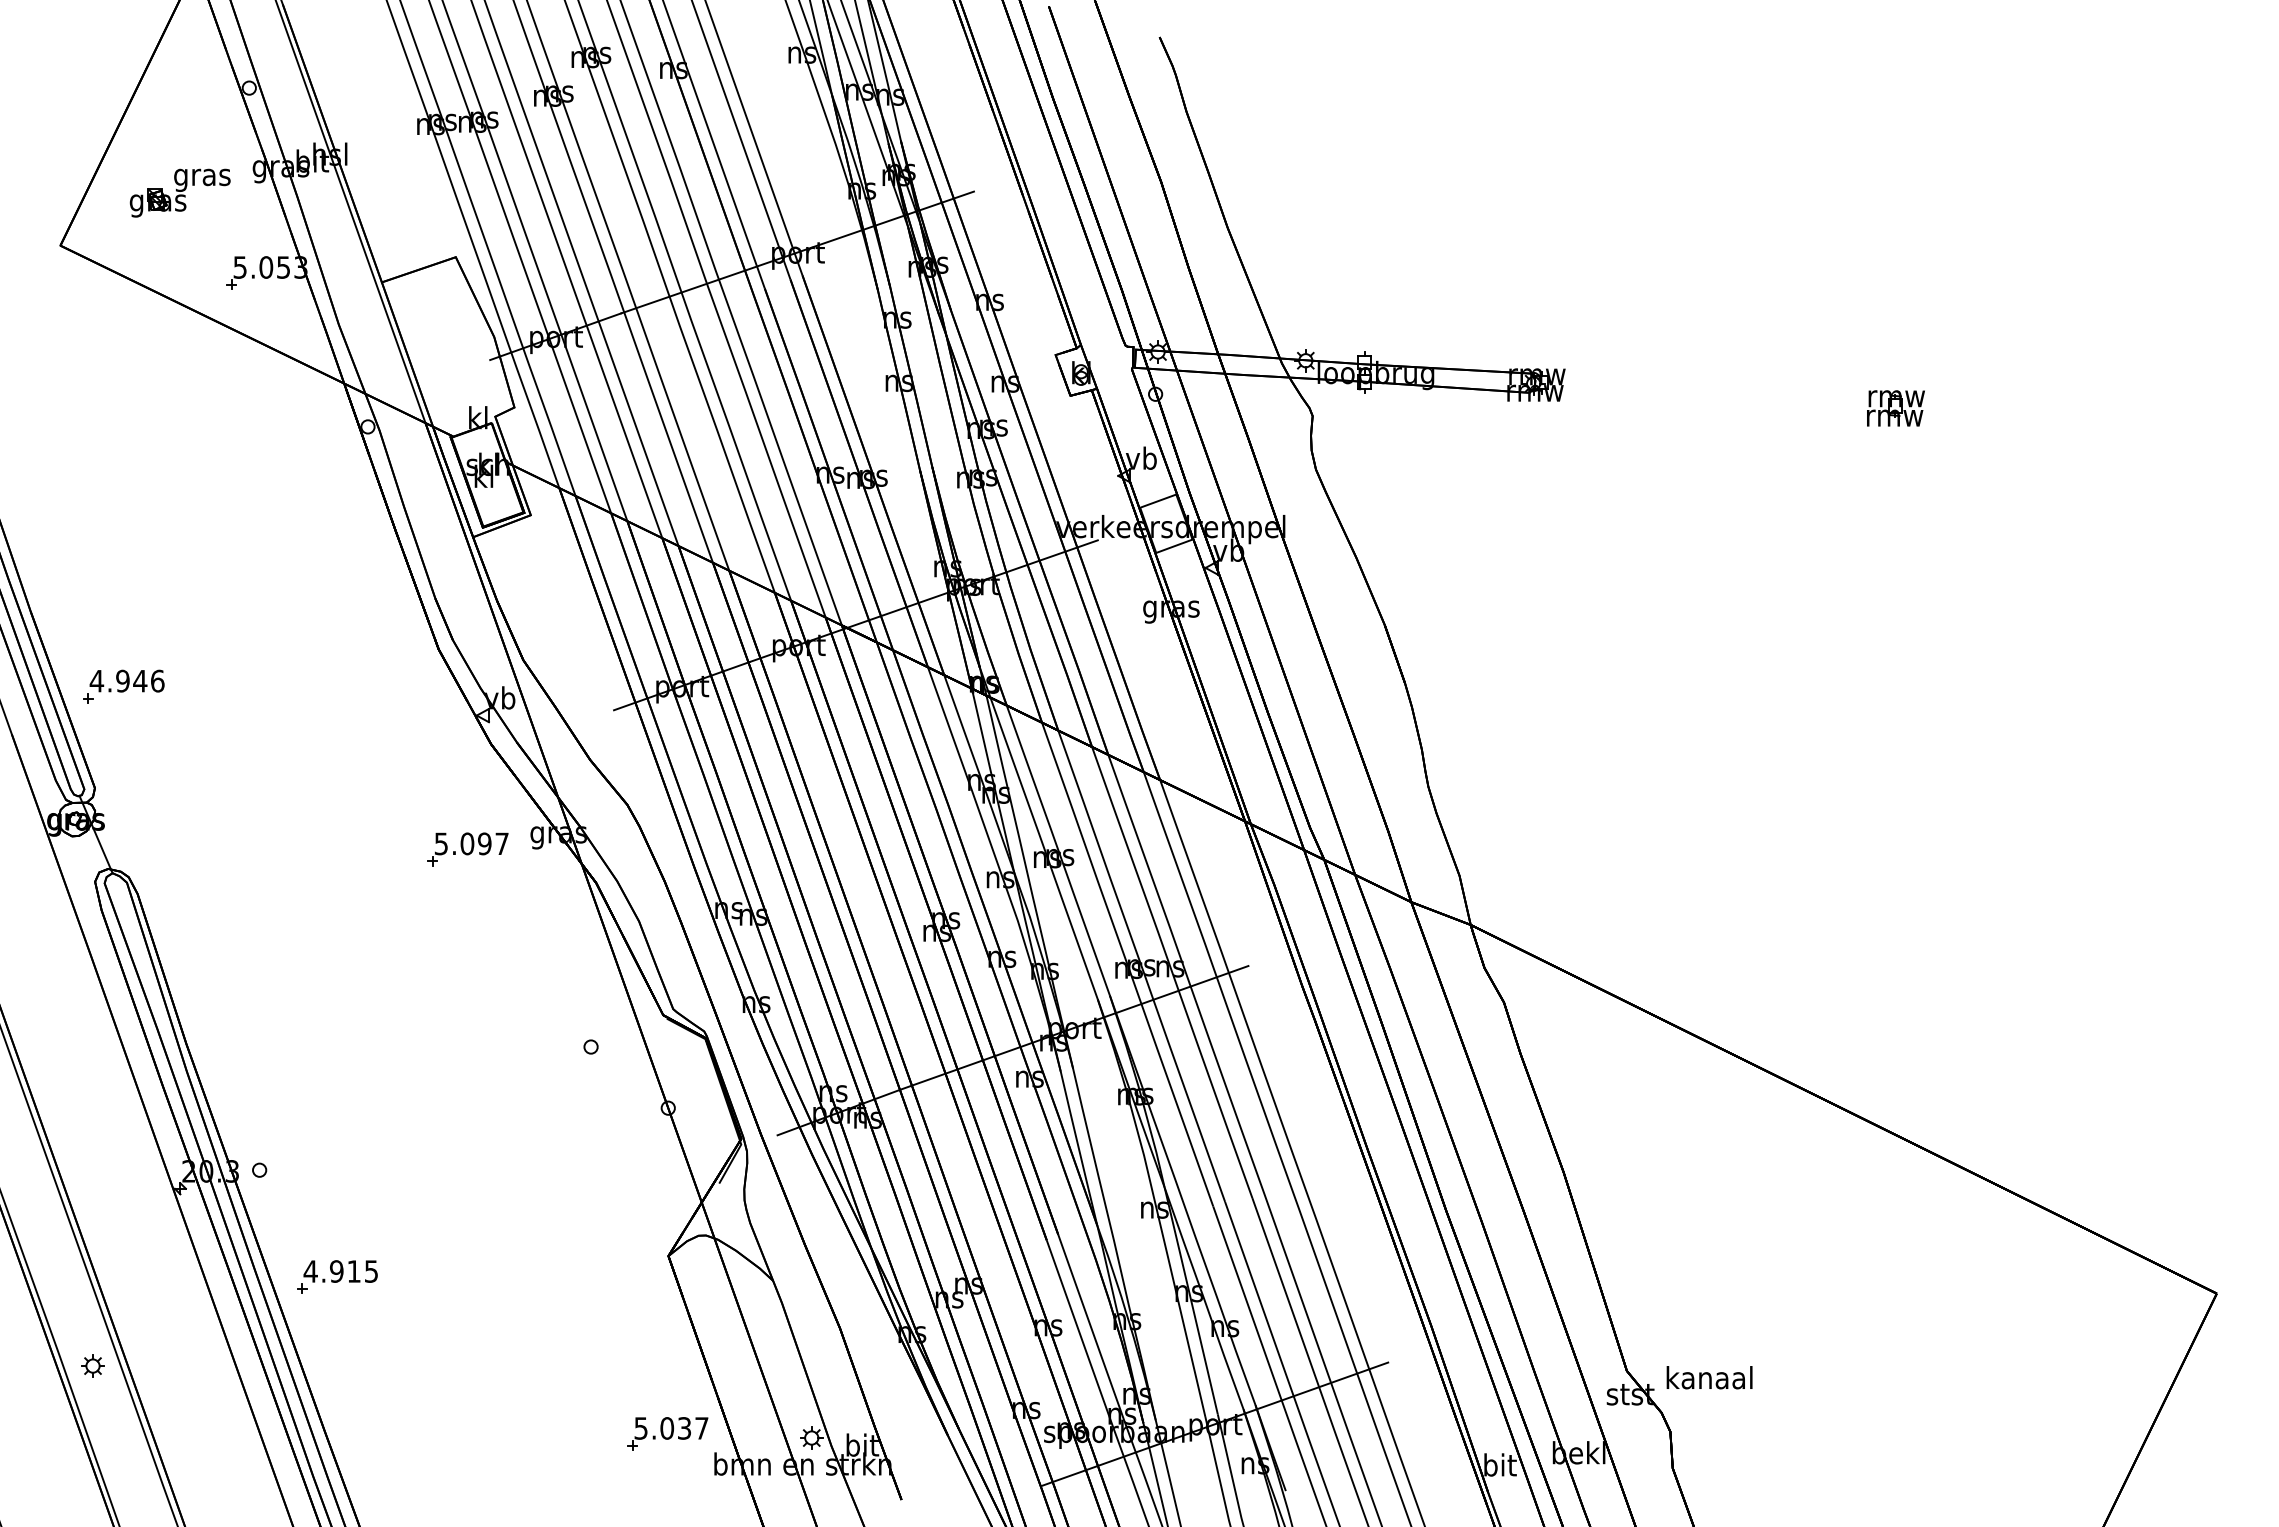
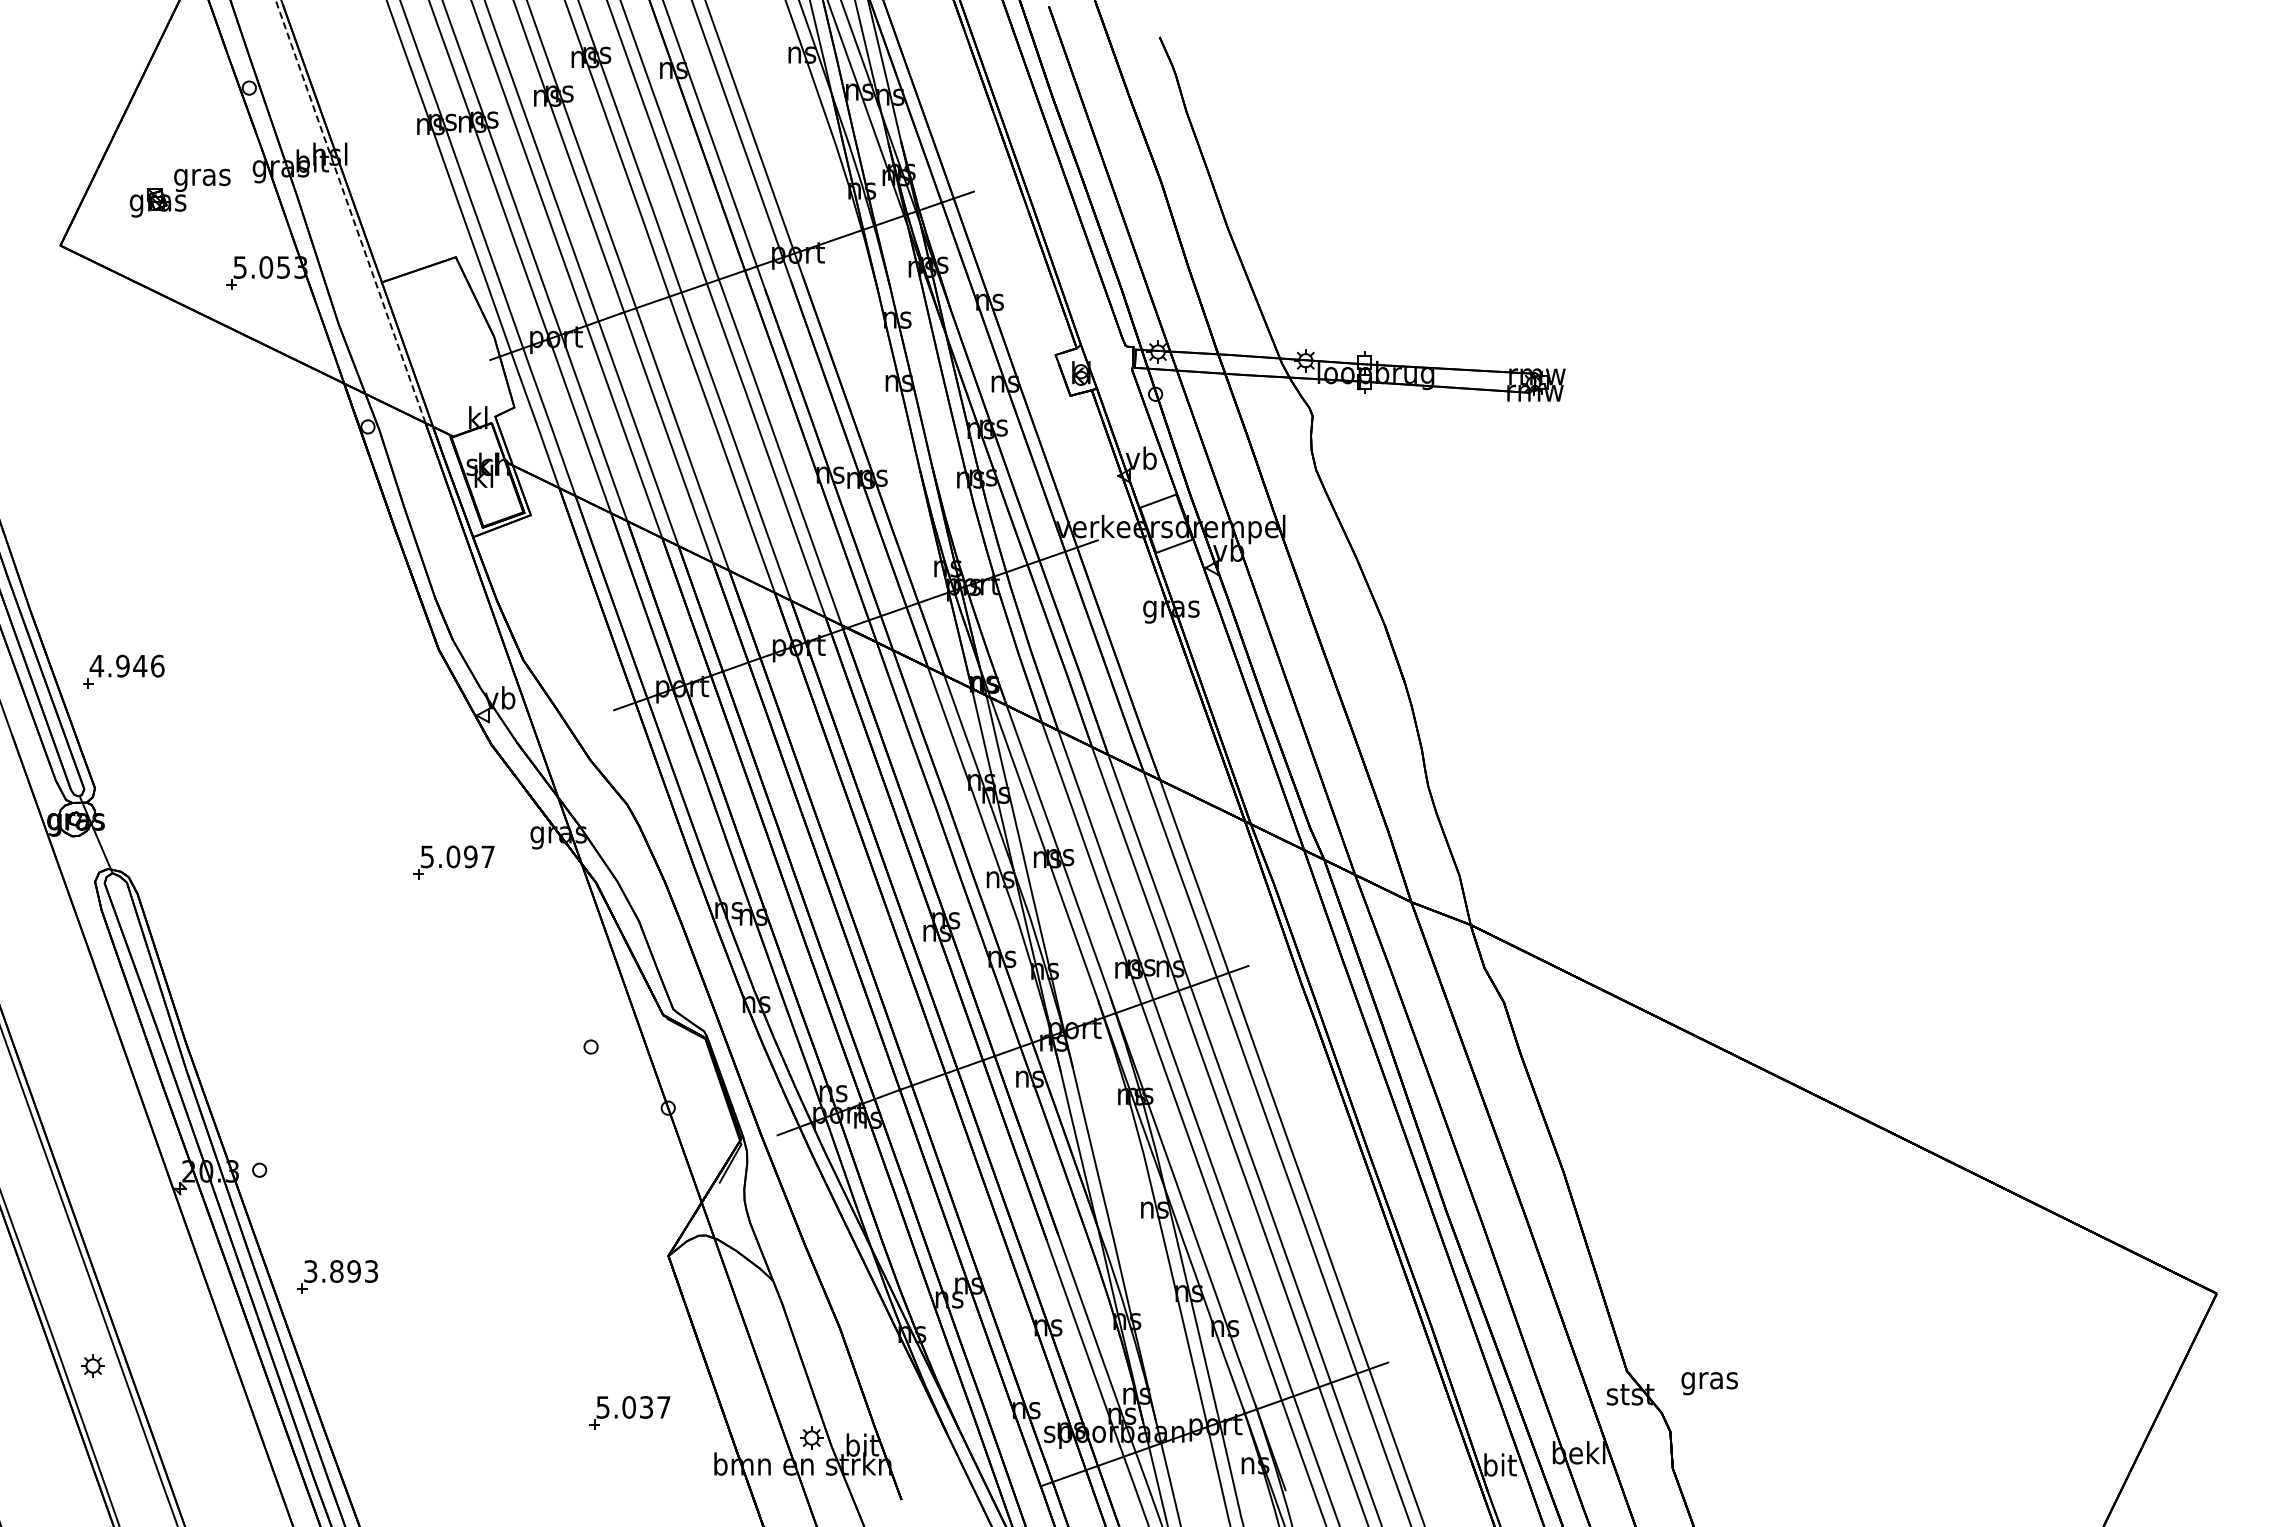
line at (350, 211): solid -> dashed
part at (1895, 408): present -> none
part at (123, 686) position: (123, 686) -> (123, 671)
part at (467, 849) position: (467, 849) -> (453, 862)
text at (340, 1271): 4.915 -> 3.893
text at (1709, 1380): kanaal -> gras
part at (667, 1433) position: (667, 1433) -> (629, 1412)
